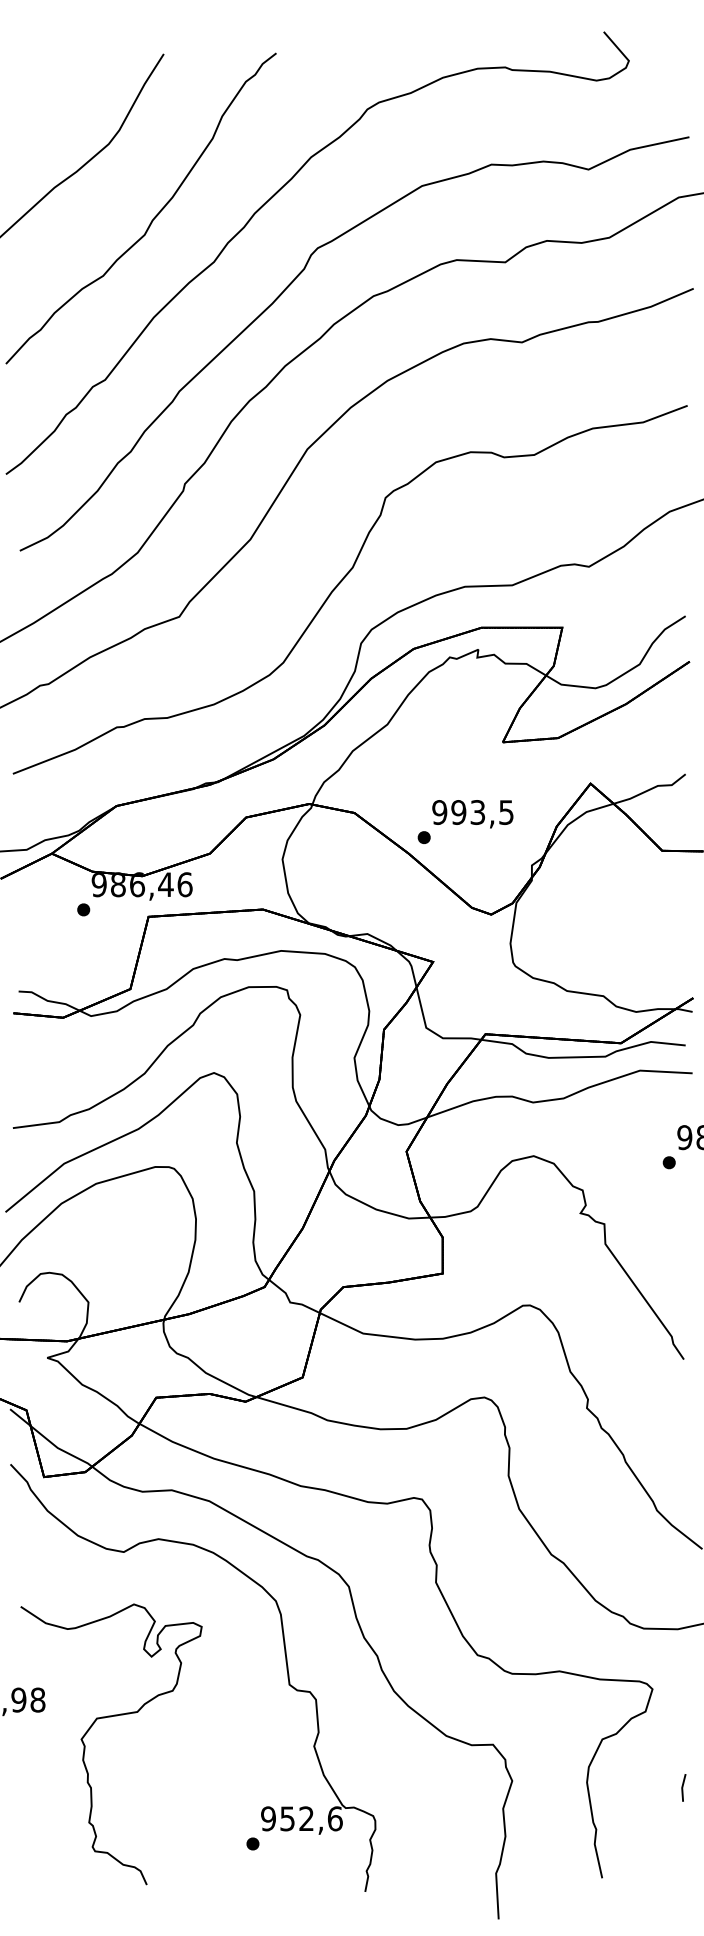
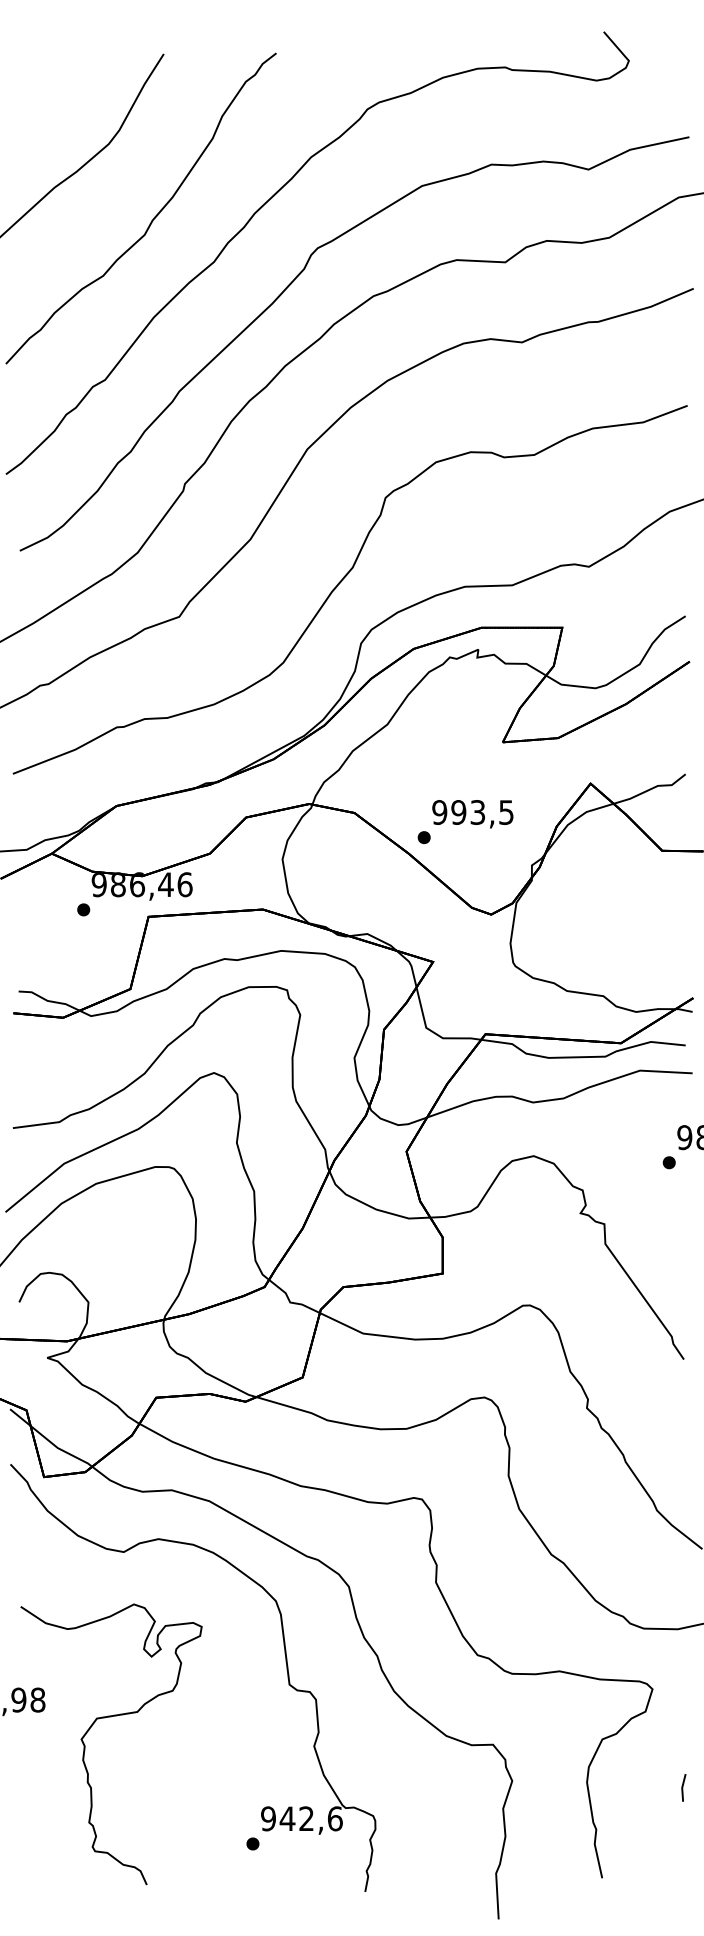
text at (287, 1818): 952,6 -> 942,6
